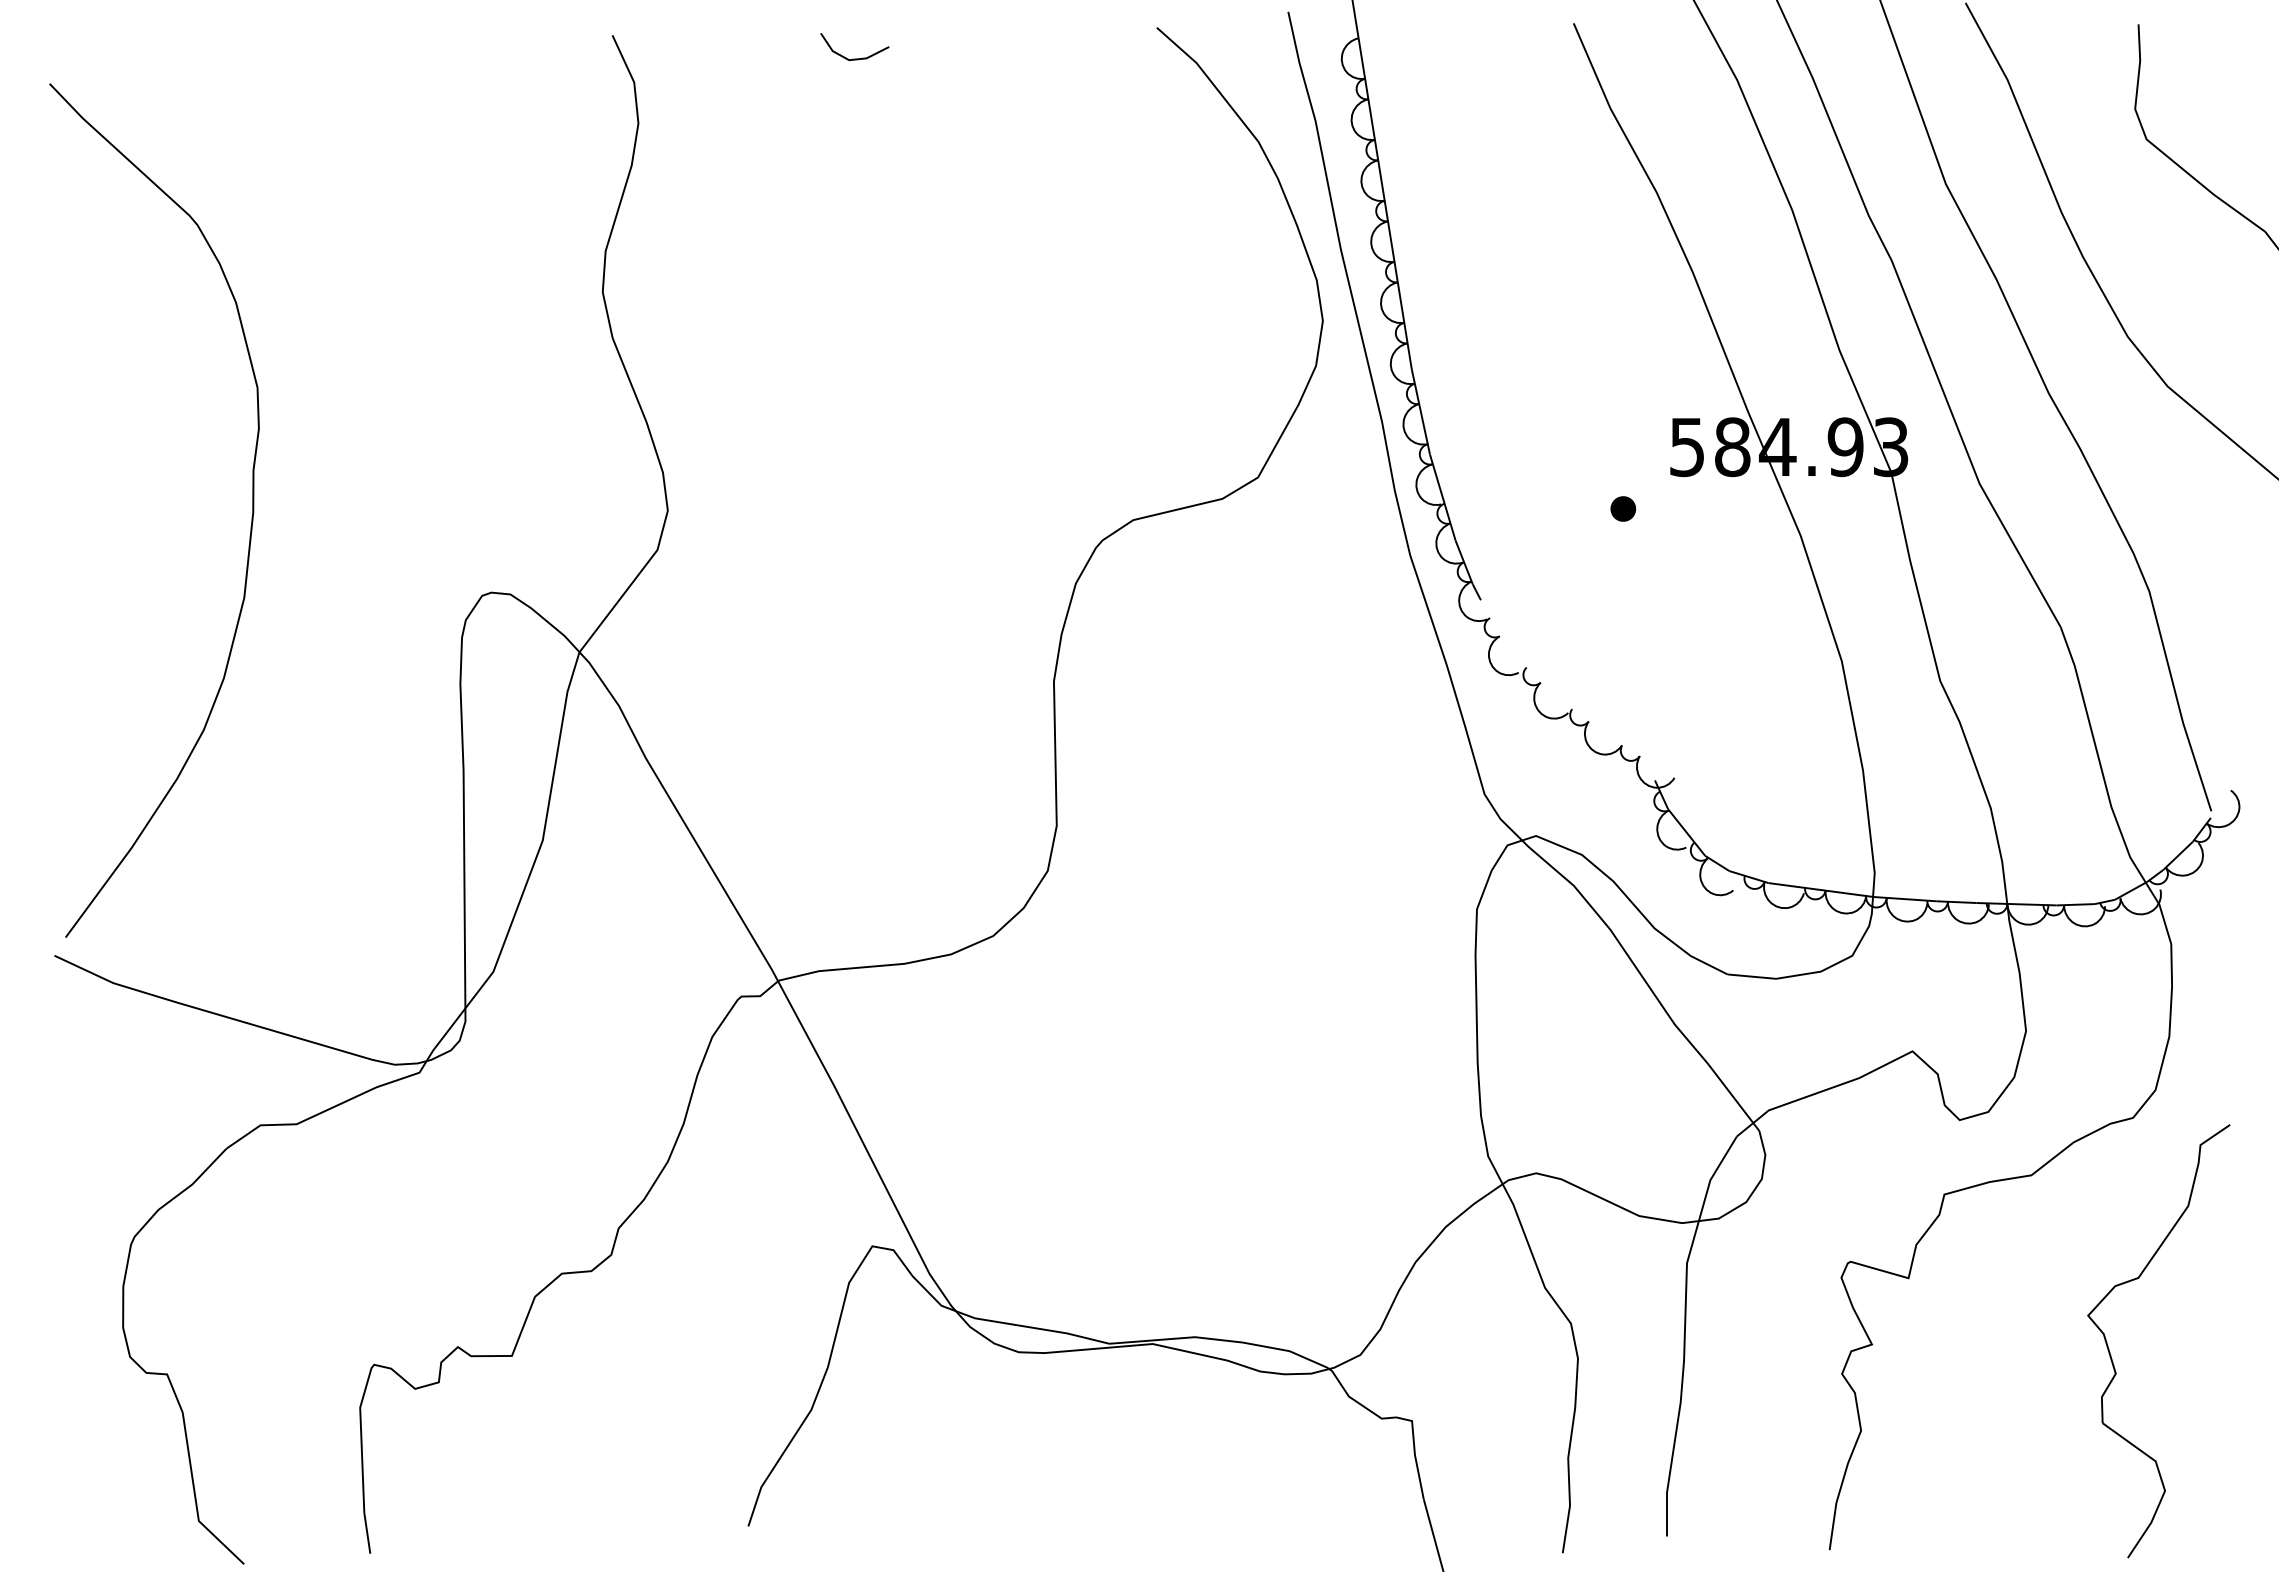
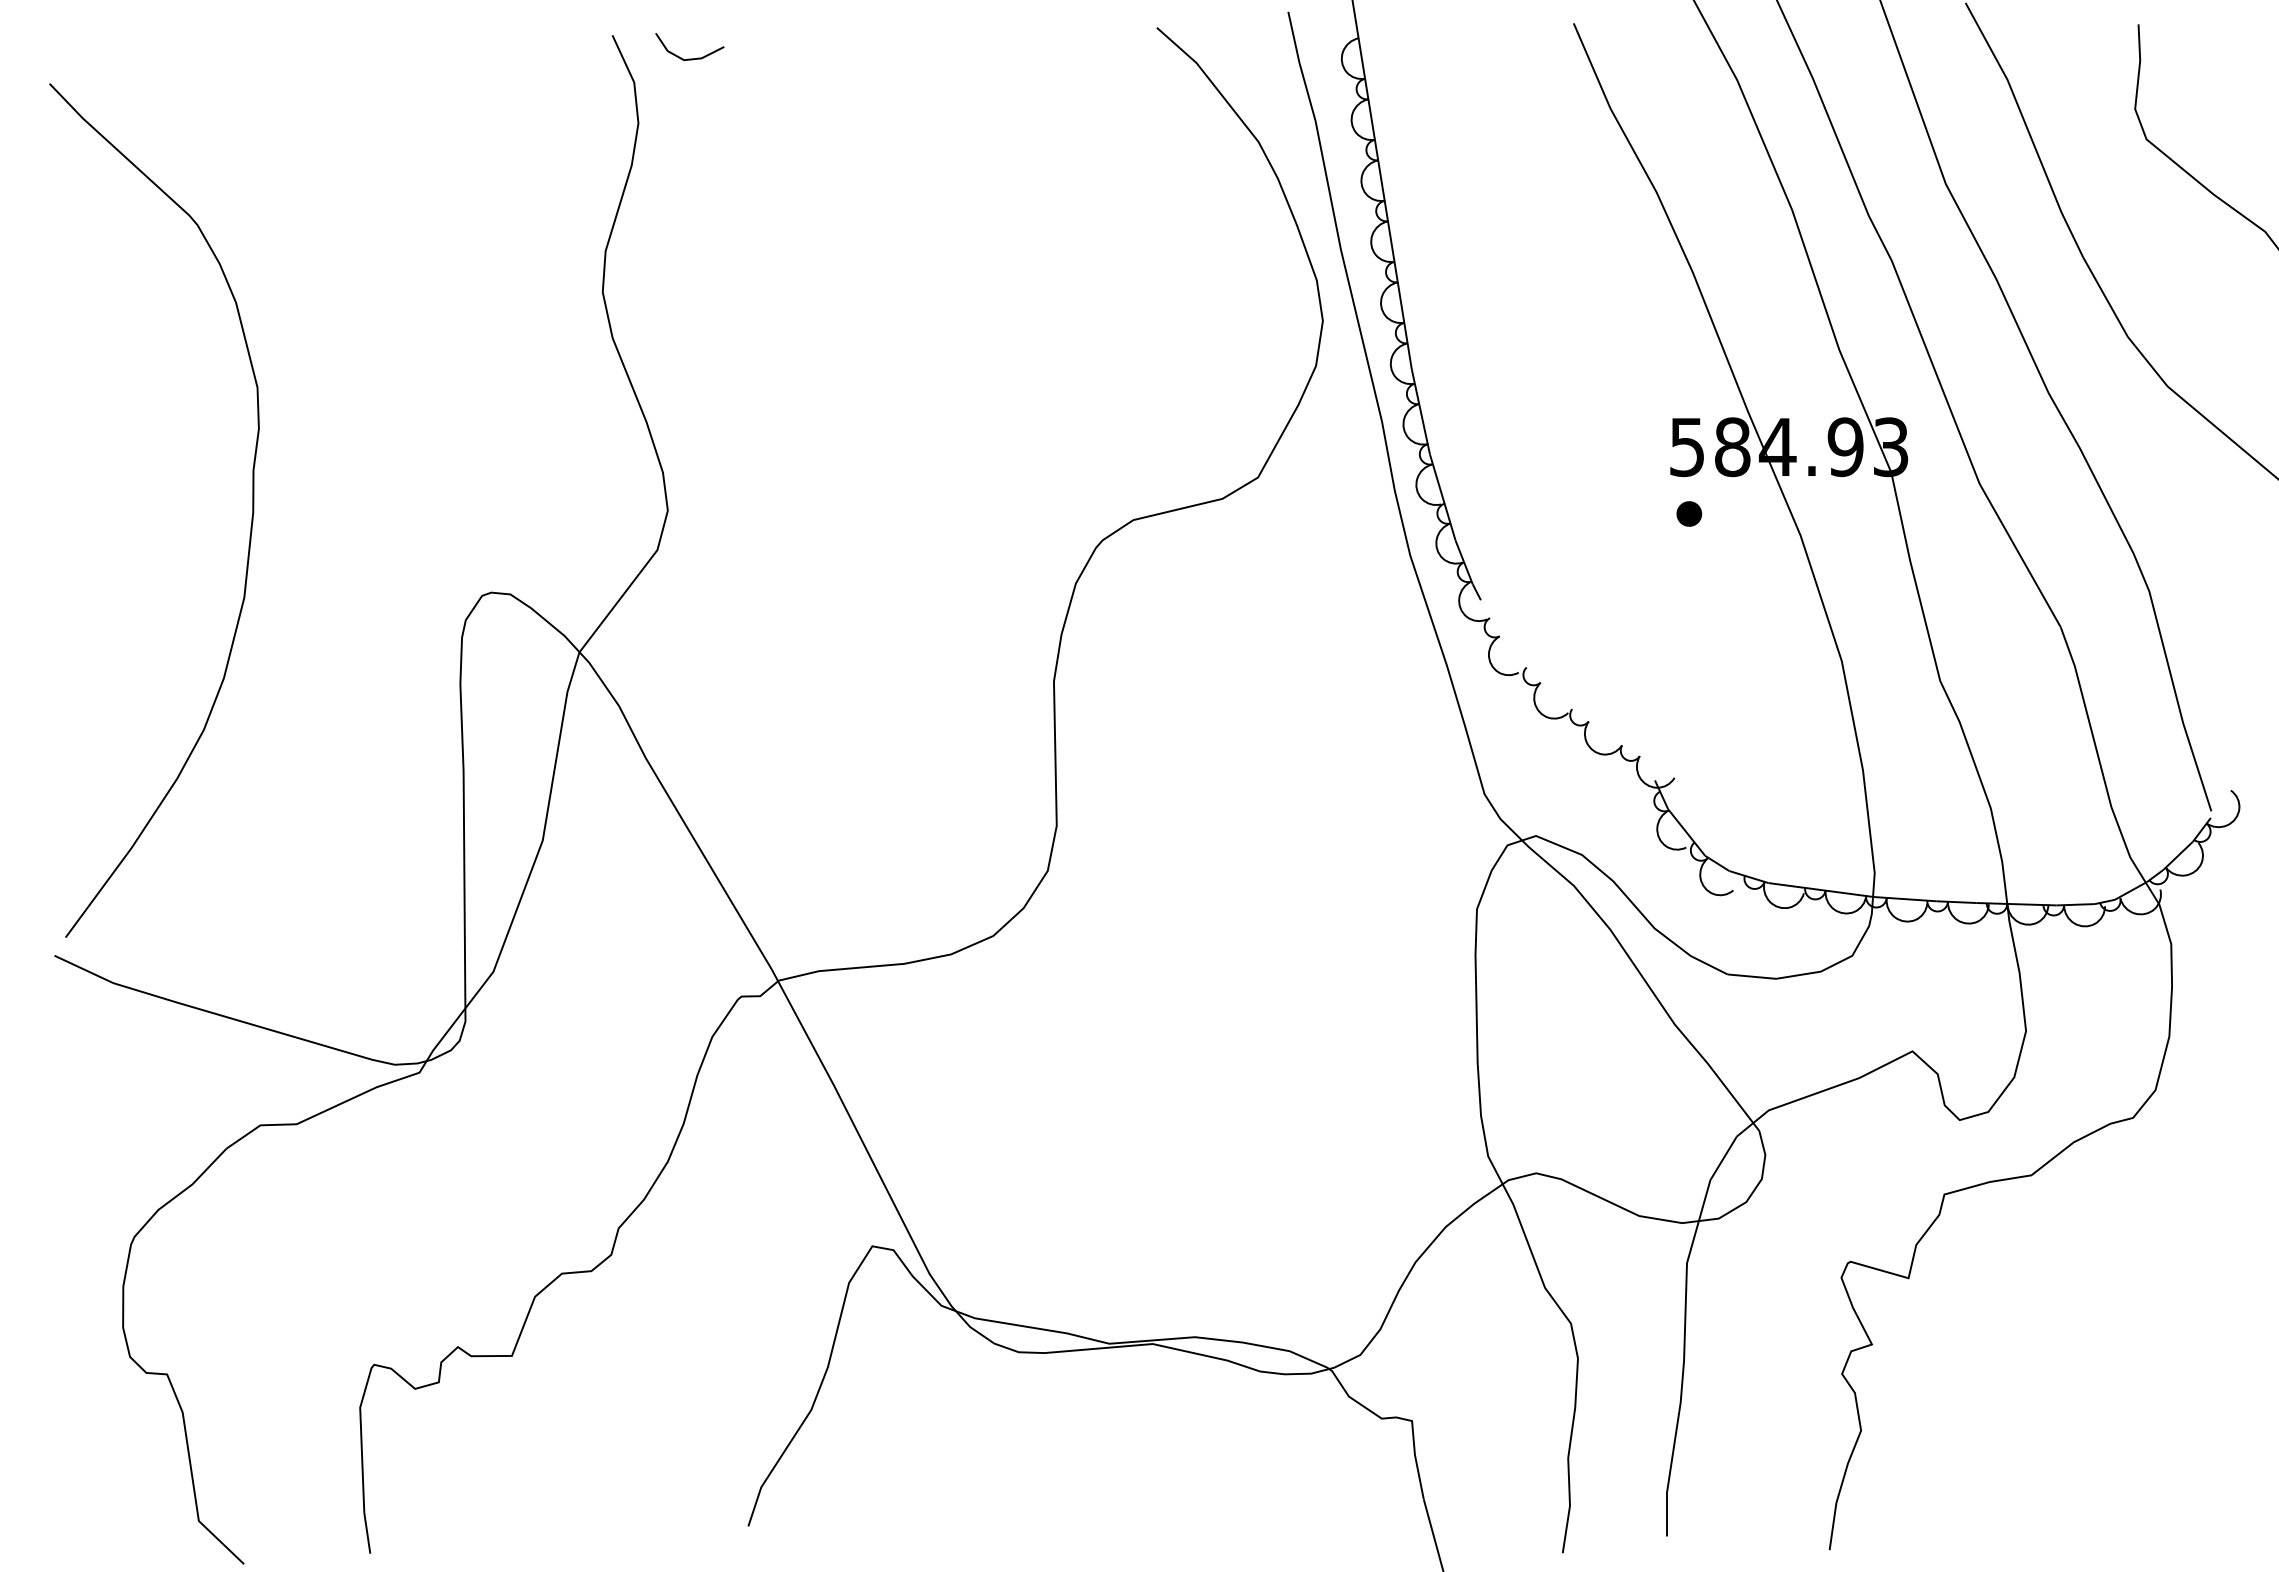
line at (854, 58) position: (854, 58) -> (689, 58)
part at (1623, 508) position: (1623, 508) -> (1689, 513)
part at (2111, 1355): present -> none
